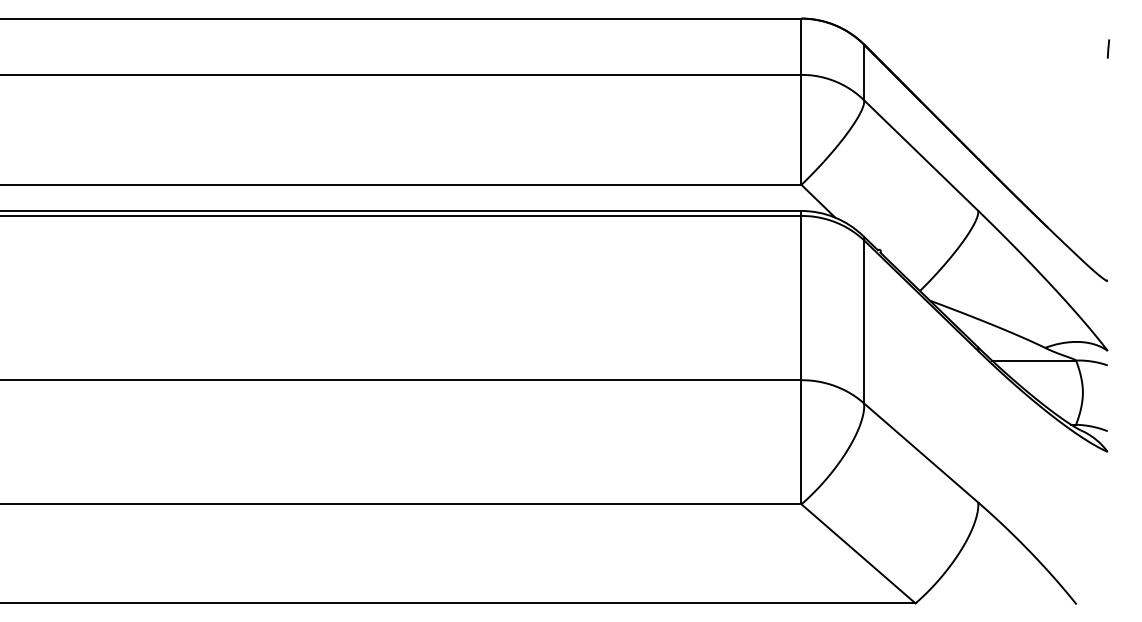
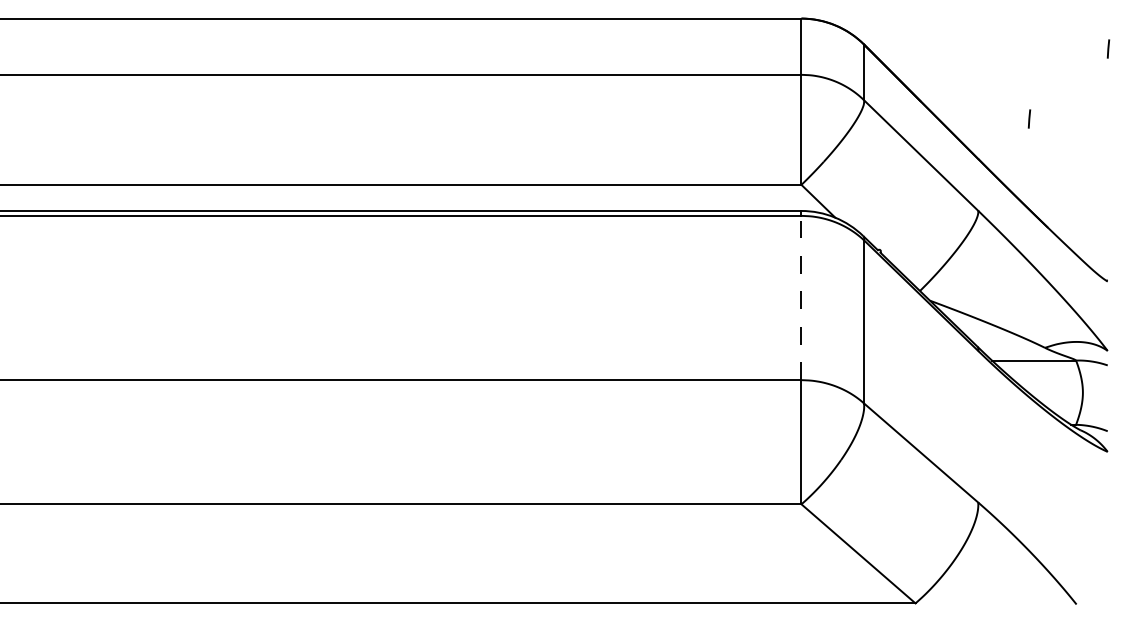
line at (1029, 118): none -> present
line at (801, 297): solid -> dashed
